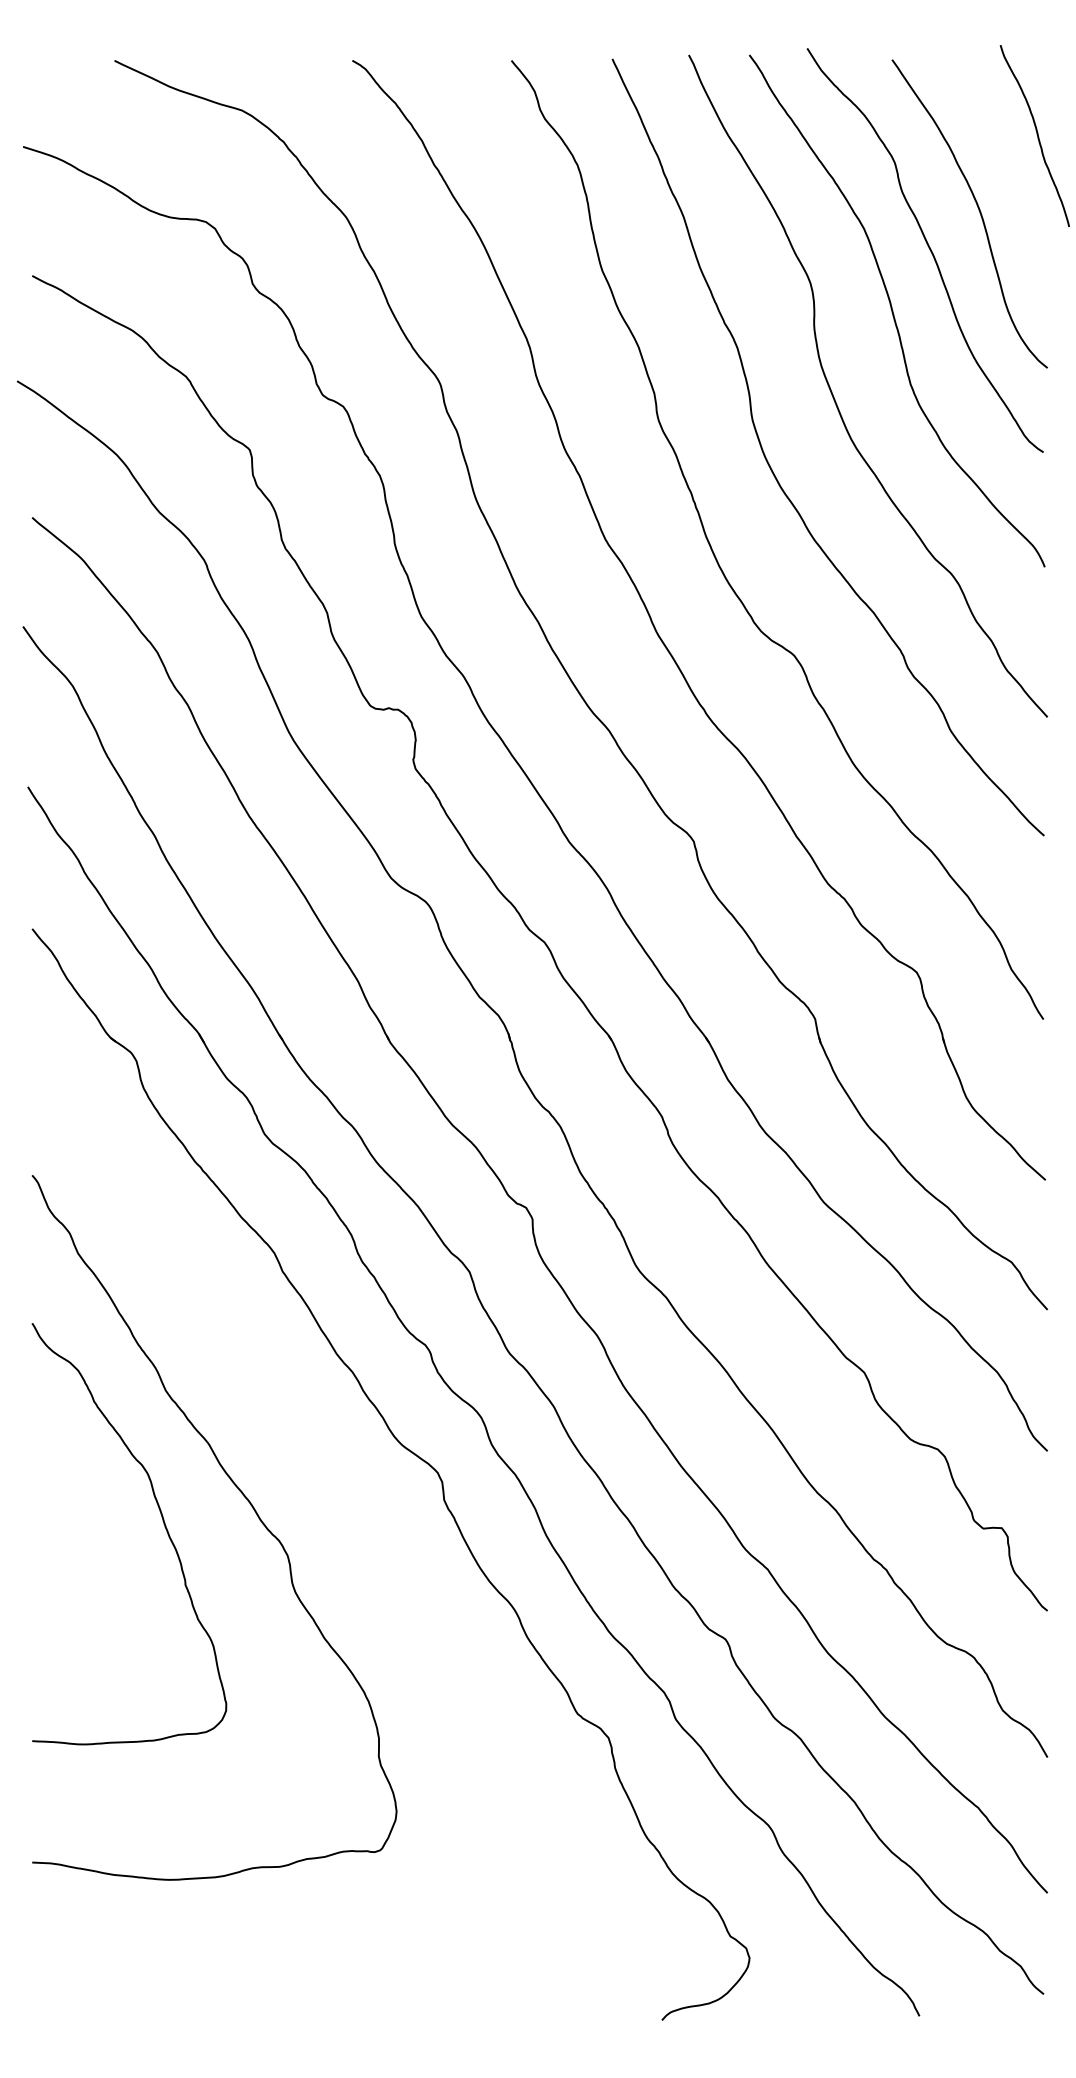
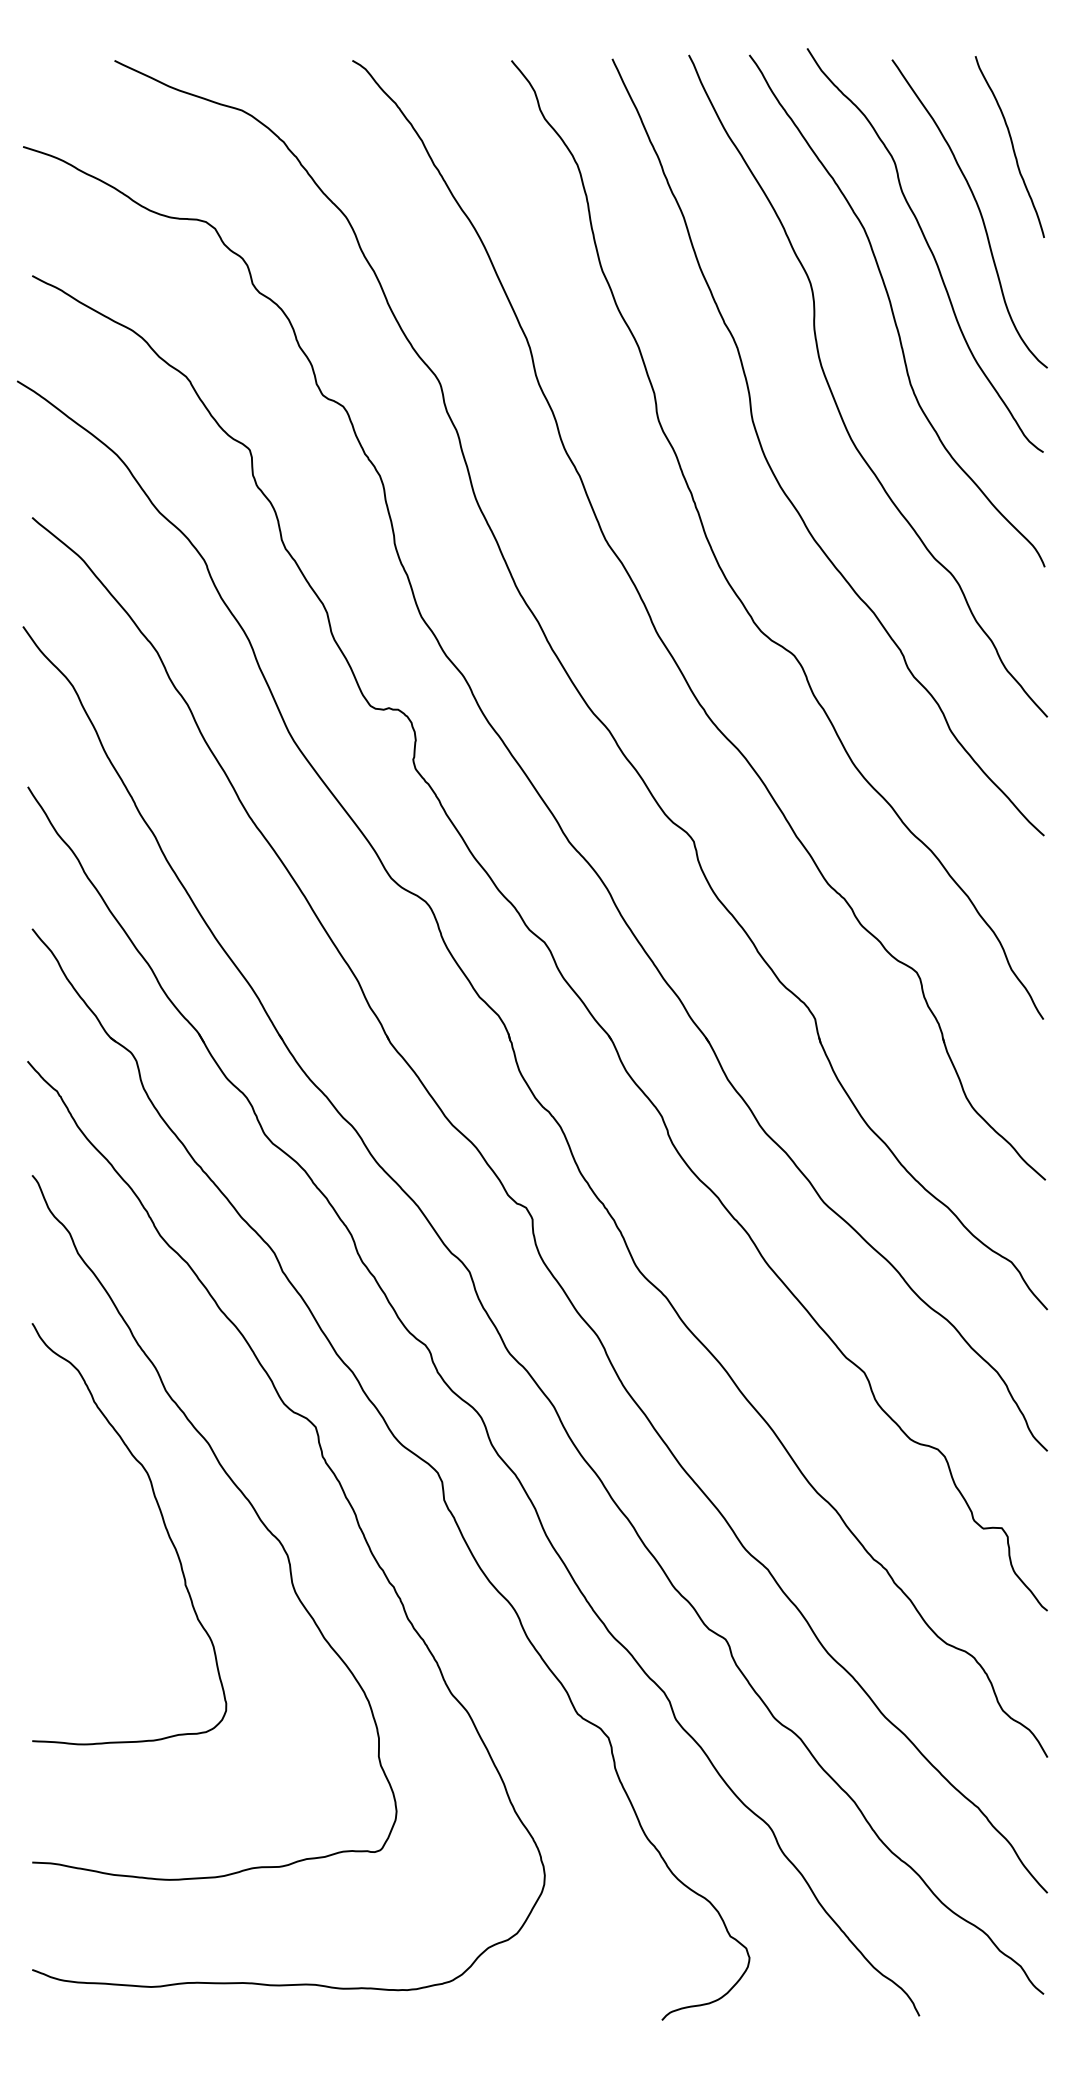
curve at (1036, 134) position: (1036, 134) -> (1011, 145)
curve at (344, 1496): none -> present
